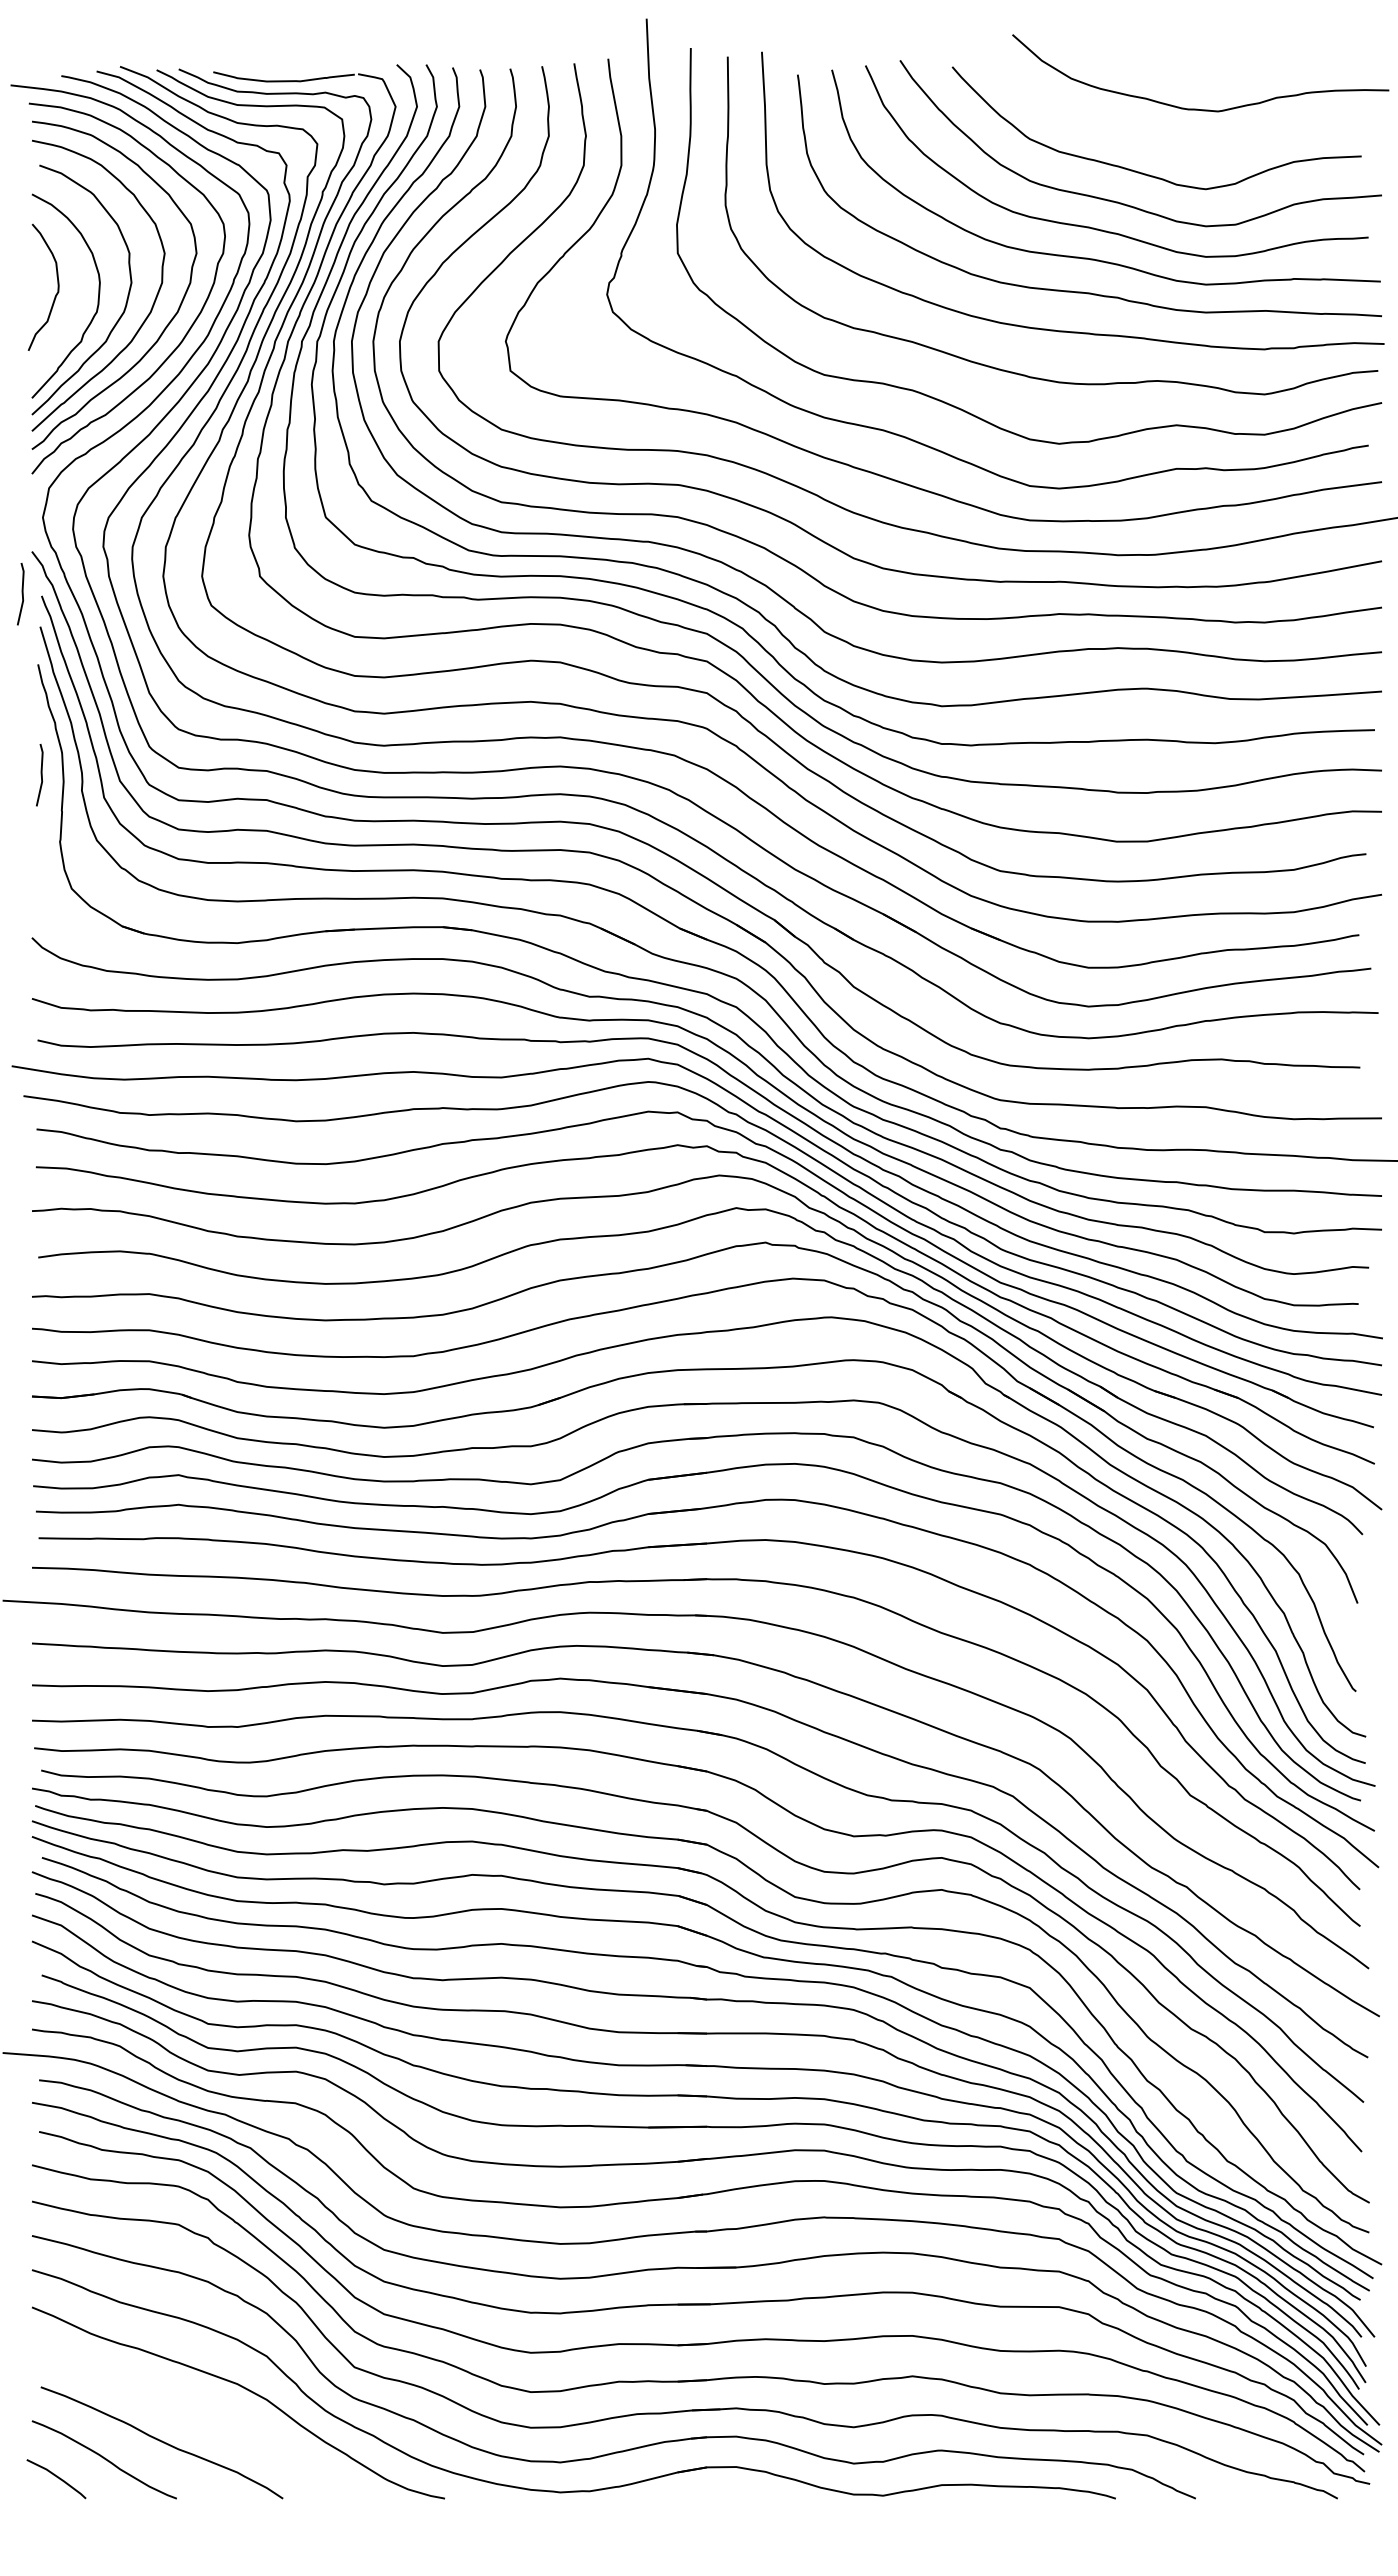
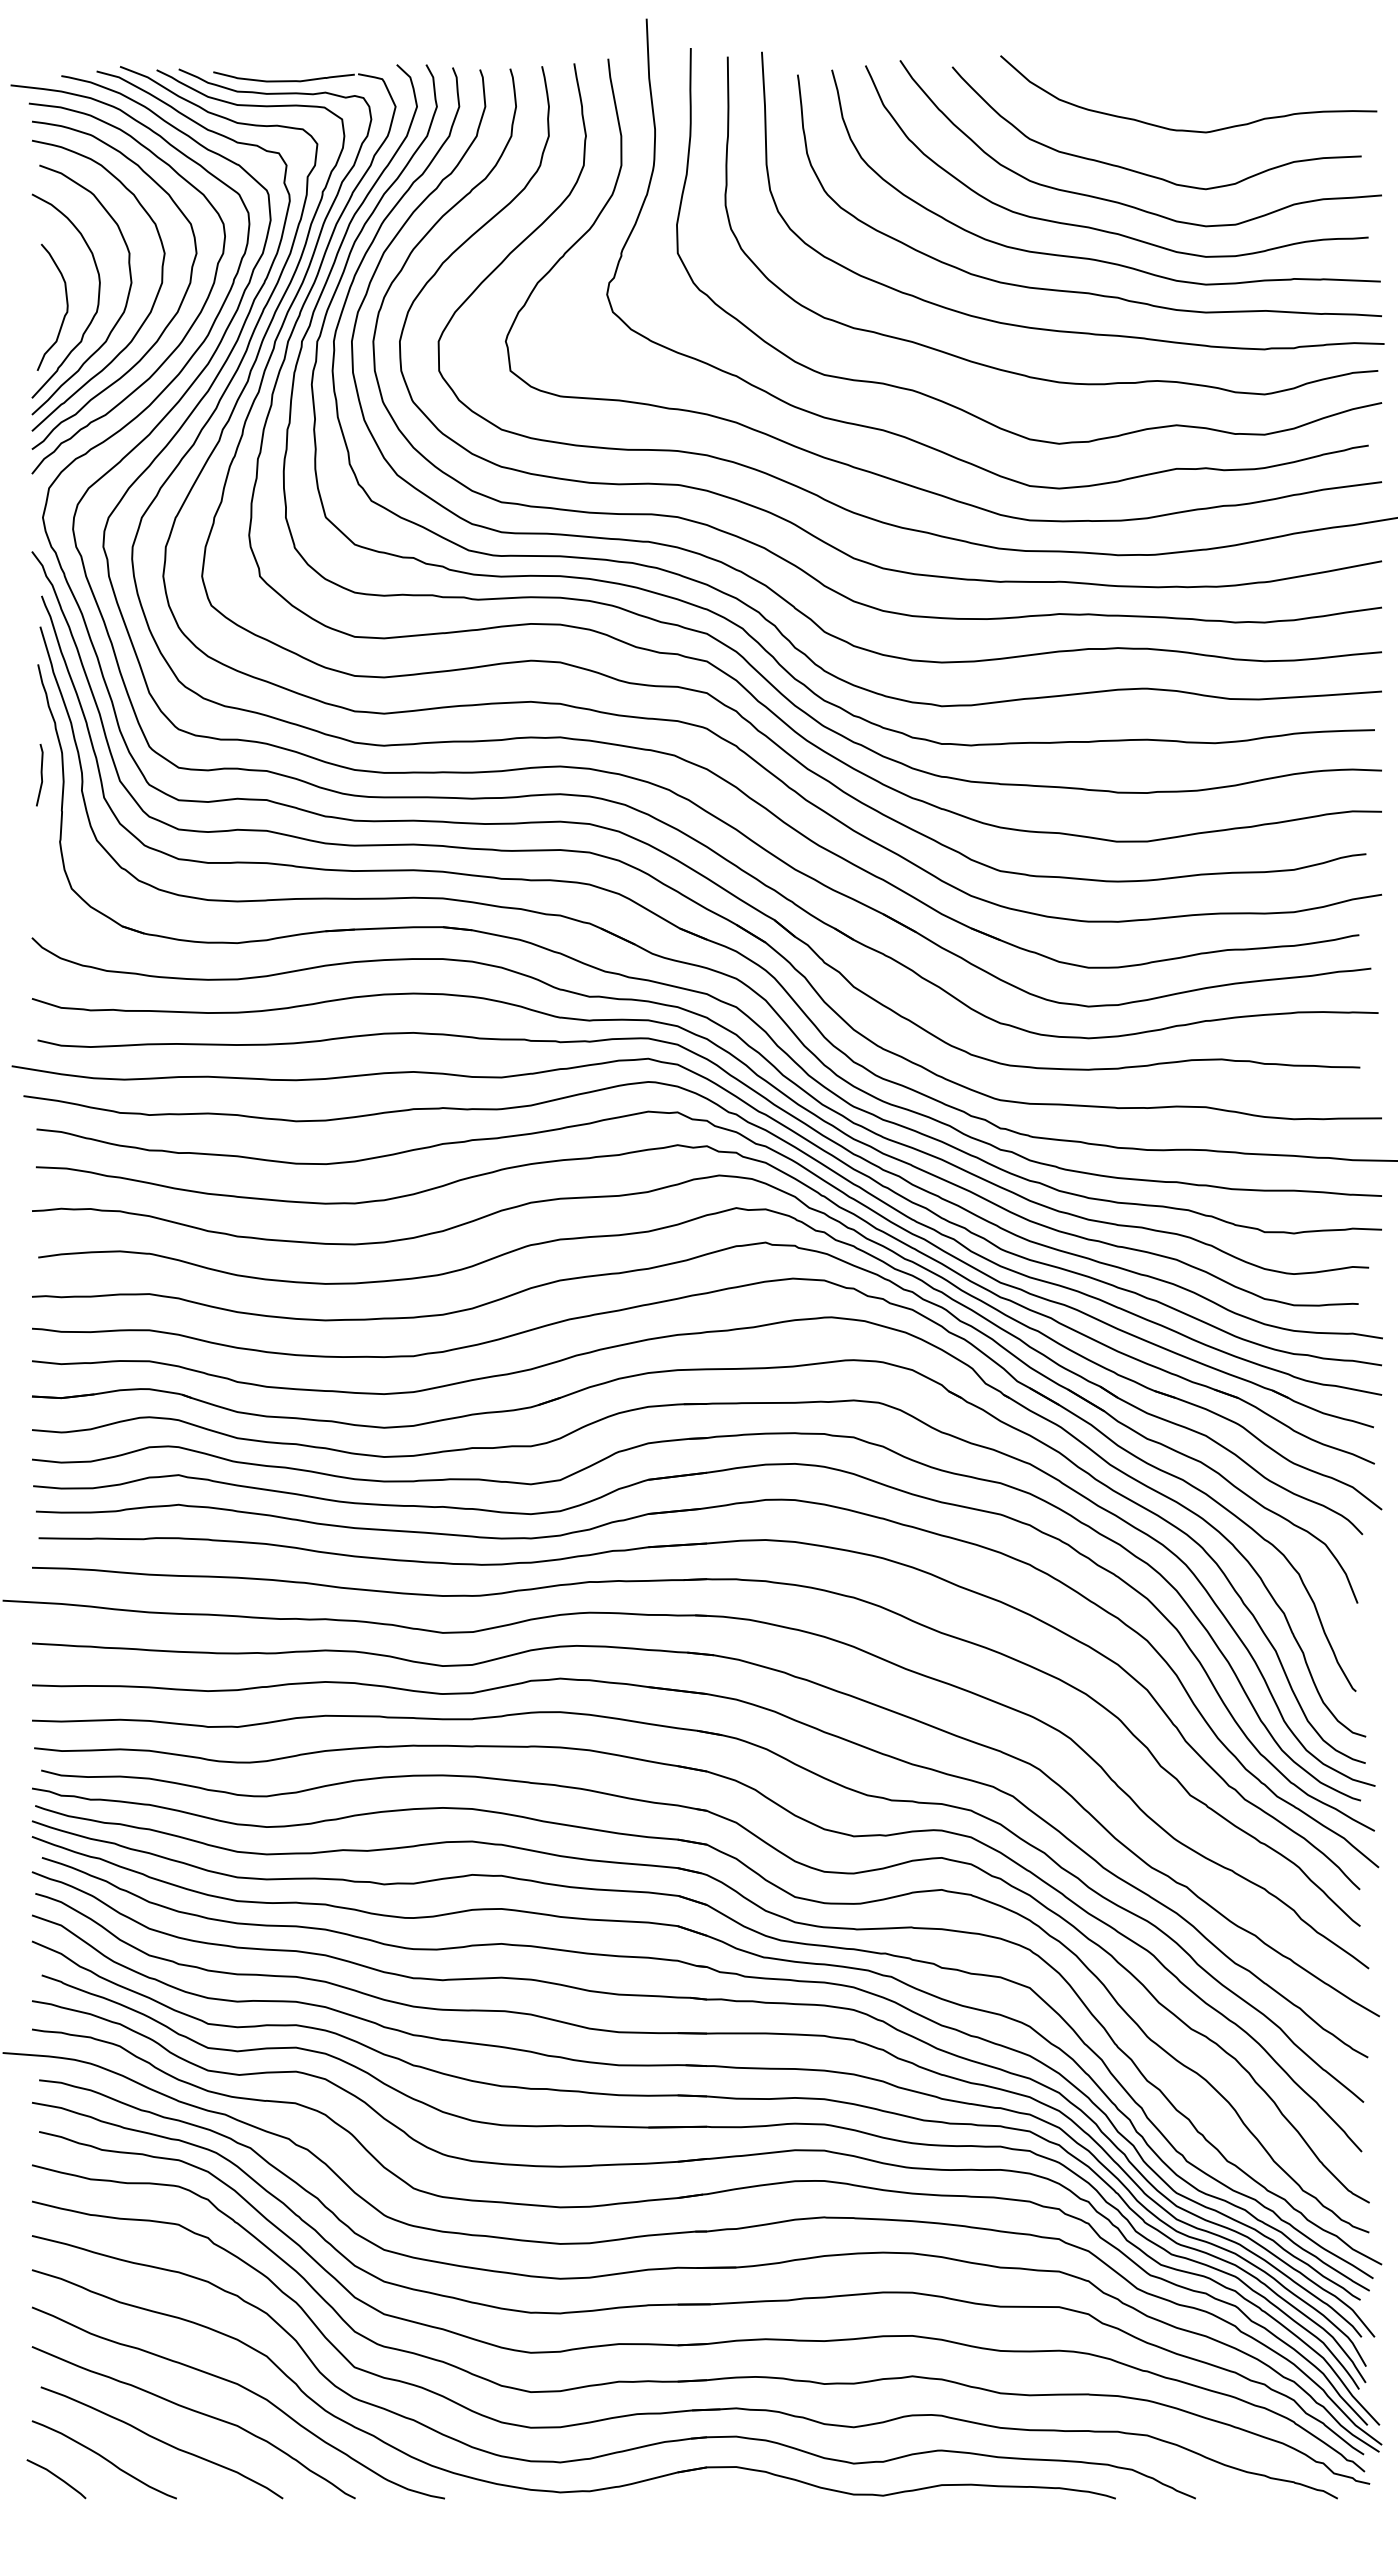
curve at (1197, 108) position: (1197, 108) -> (1185, 129)
curve at (55, 294) position: (55, 294) -> (64, 314)
line at (21, 594): present -> none
curve at (195, 2412): none -> present
